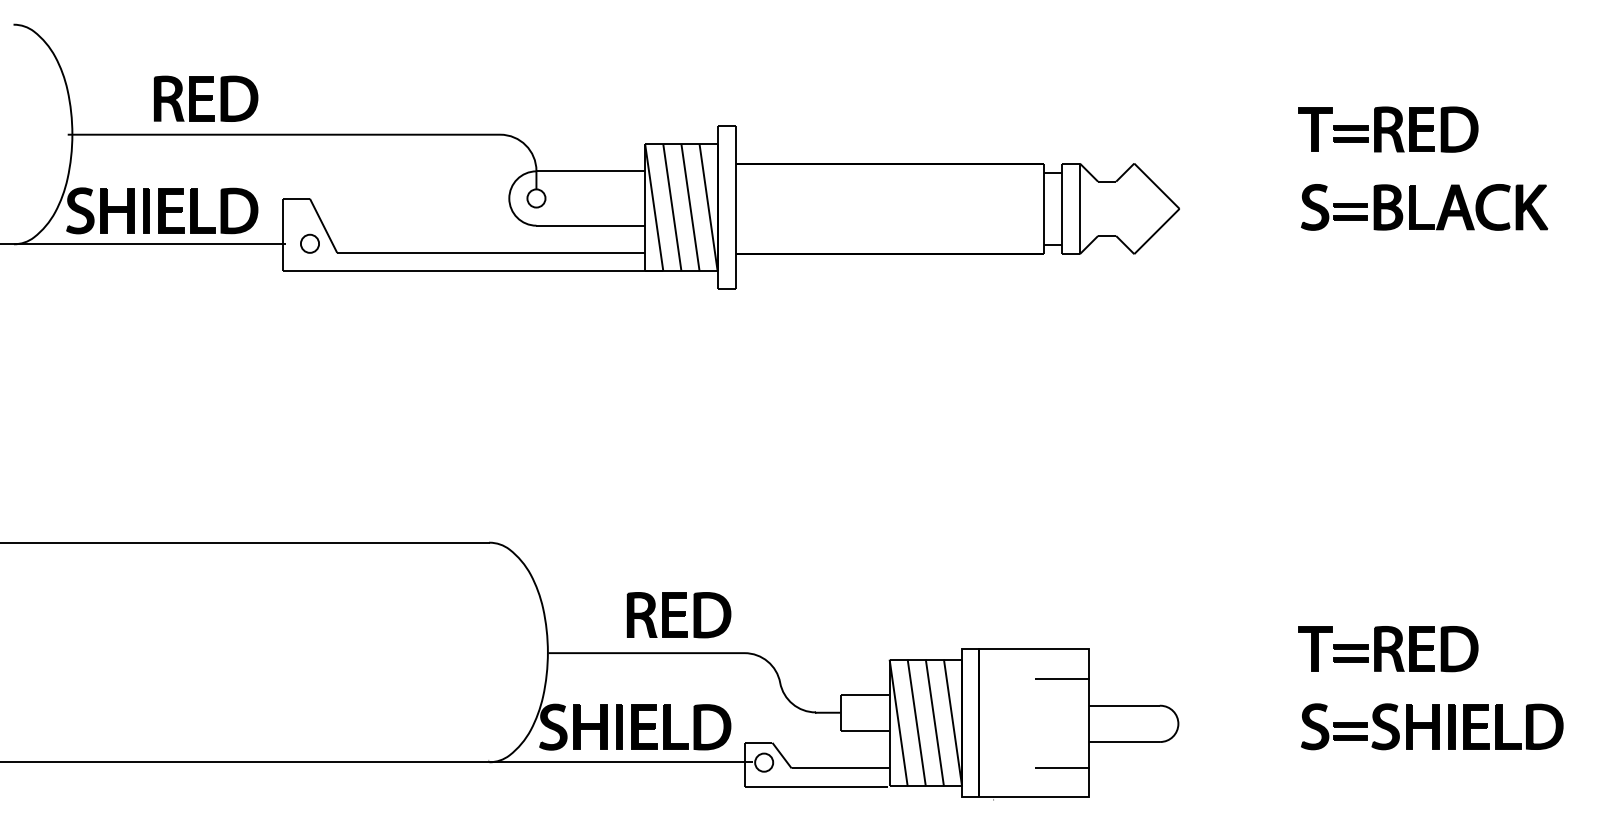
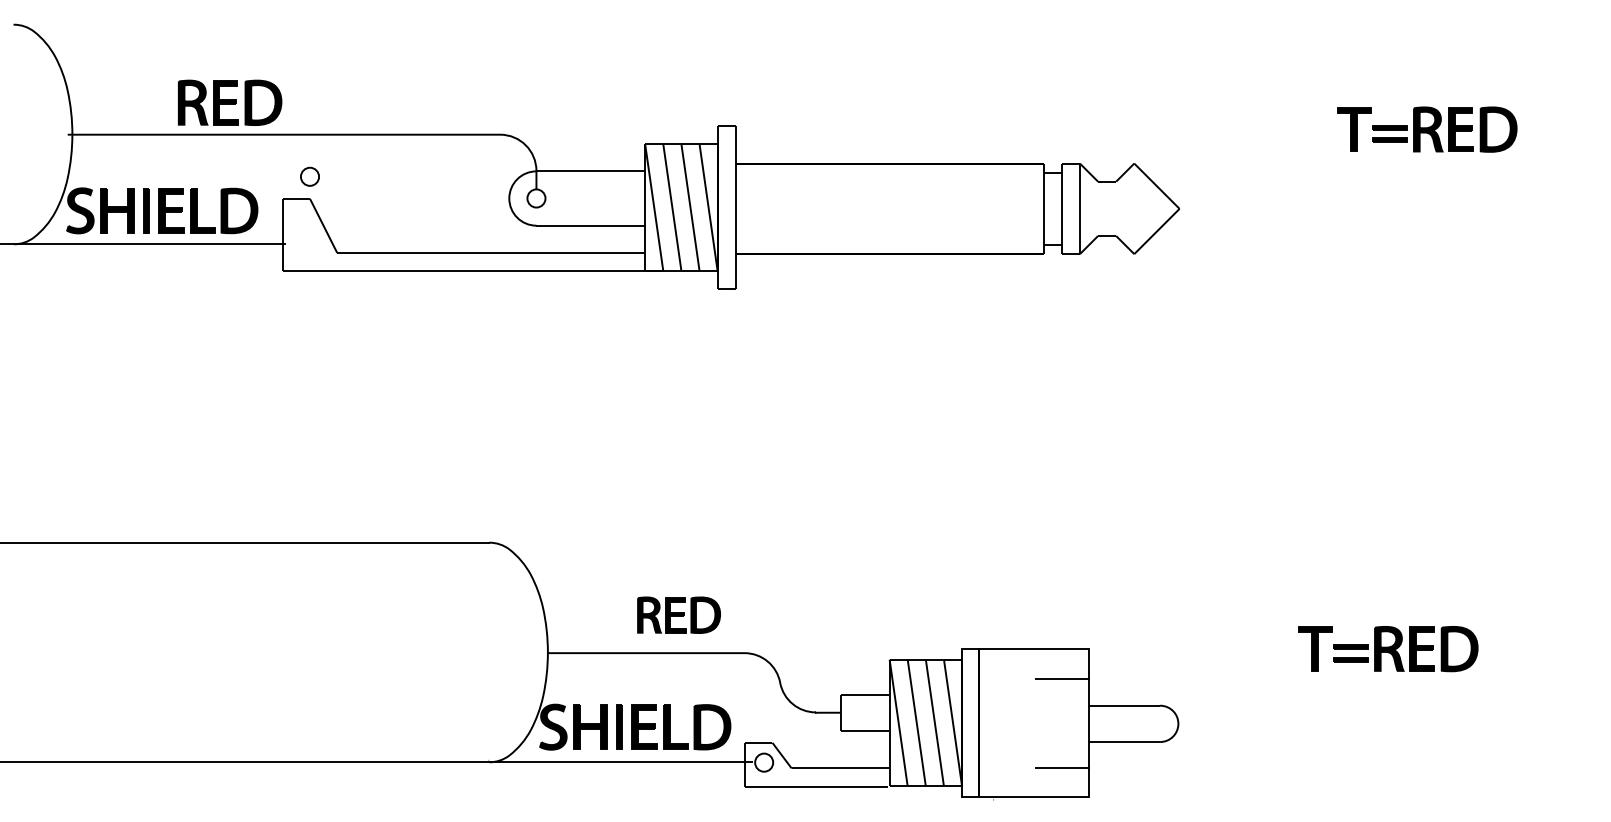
part at (206, 98) position: (206, 98) -> (230, 102)
part at (1388, 129) position: (1388, 129) -> (1427, 129)
part at (1415, 207): present -> none
part at (309, 243) position: (309, 243) -> (309, 176)
part at (678, 615) size: 106x47 px -> 84x38 px
part at (1432, 726): present -> none
